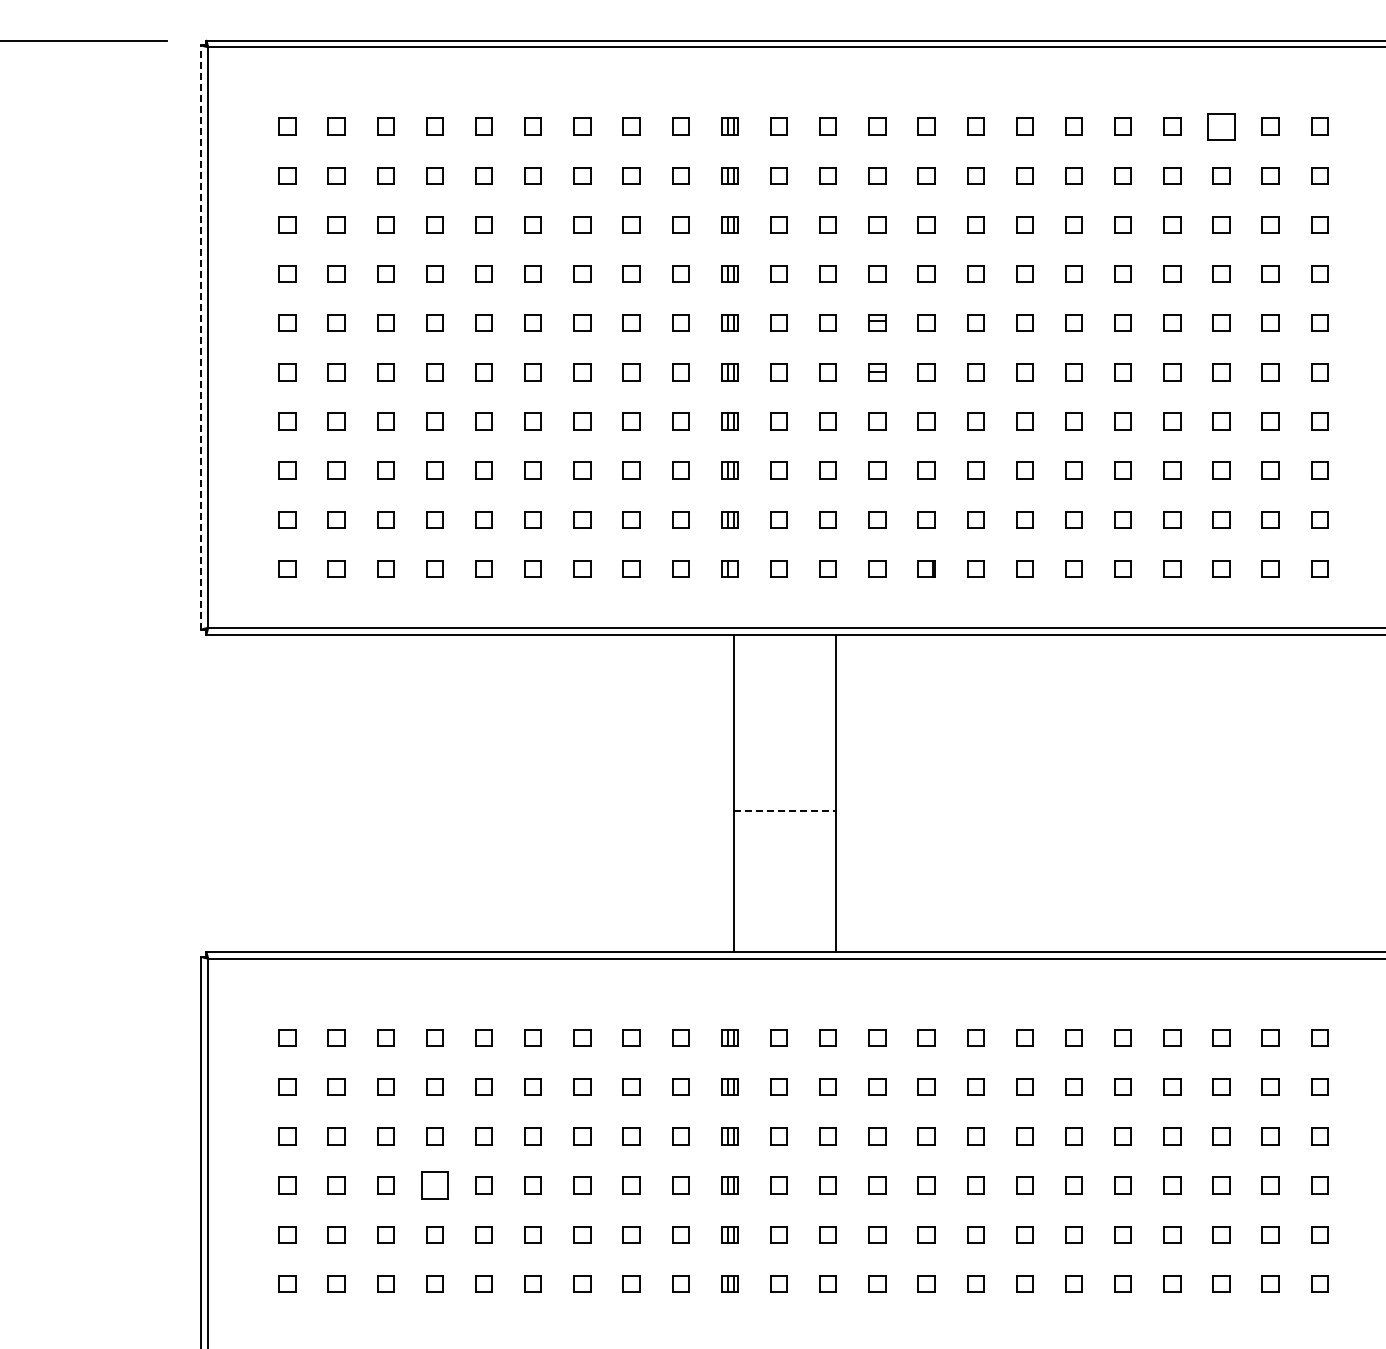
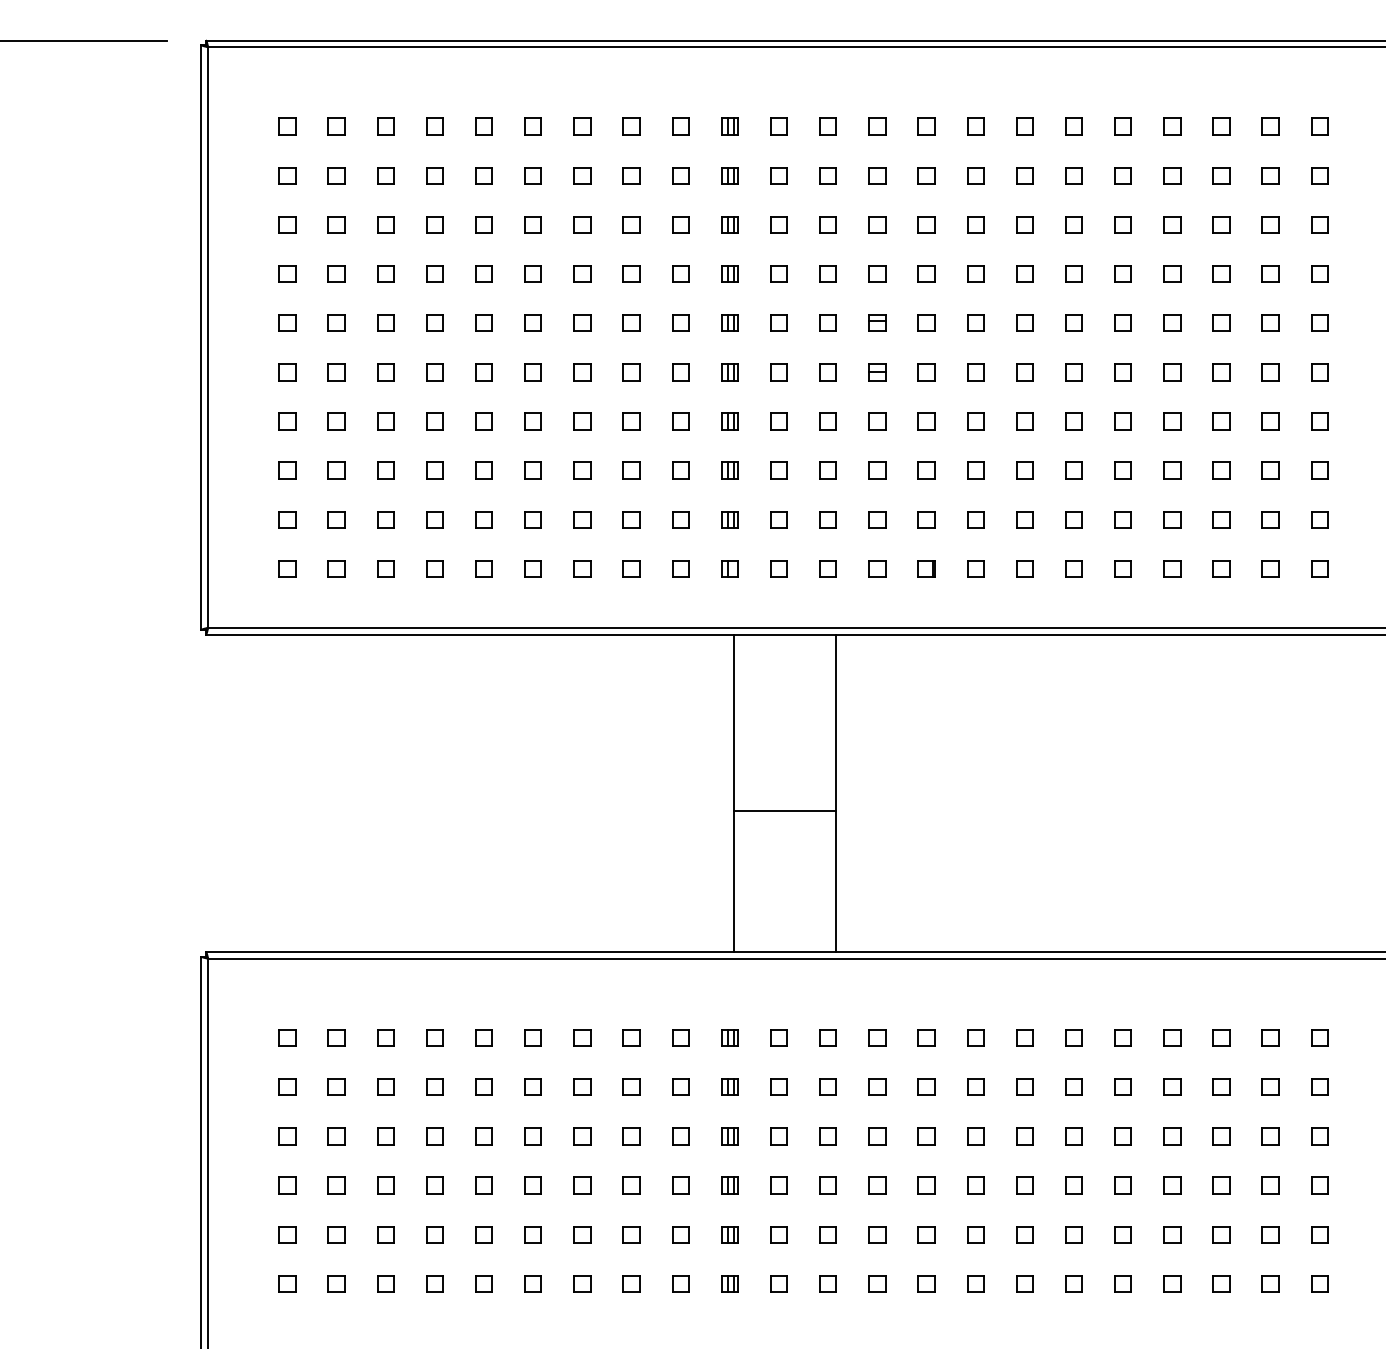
part at (1221, 126) size: 29x28 px -> 19x19 px
line at (201, 337): dashed -> solid
line at (785, 810): dashed -> solid
part at (434, 1185) size: 28x29 px -> 18x19 px
